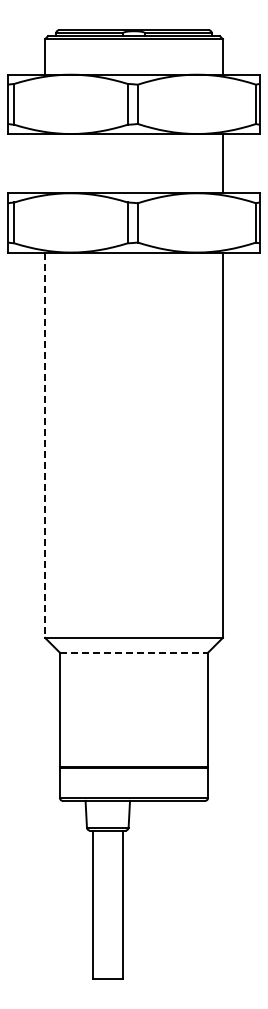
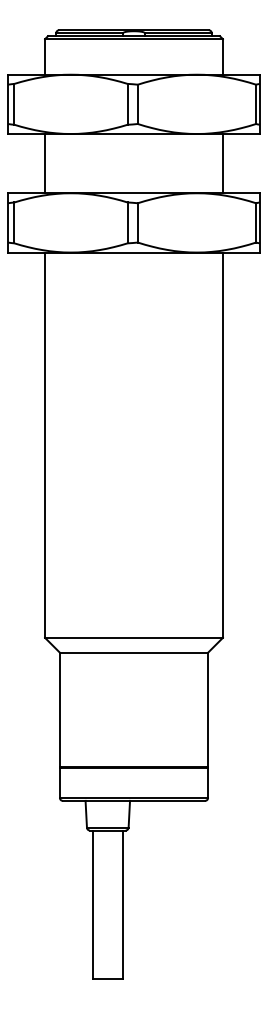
line at (45, 163): none -> present
line at (45, 445): dashed -> solid
line at (134, 652): dashed -> solid
